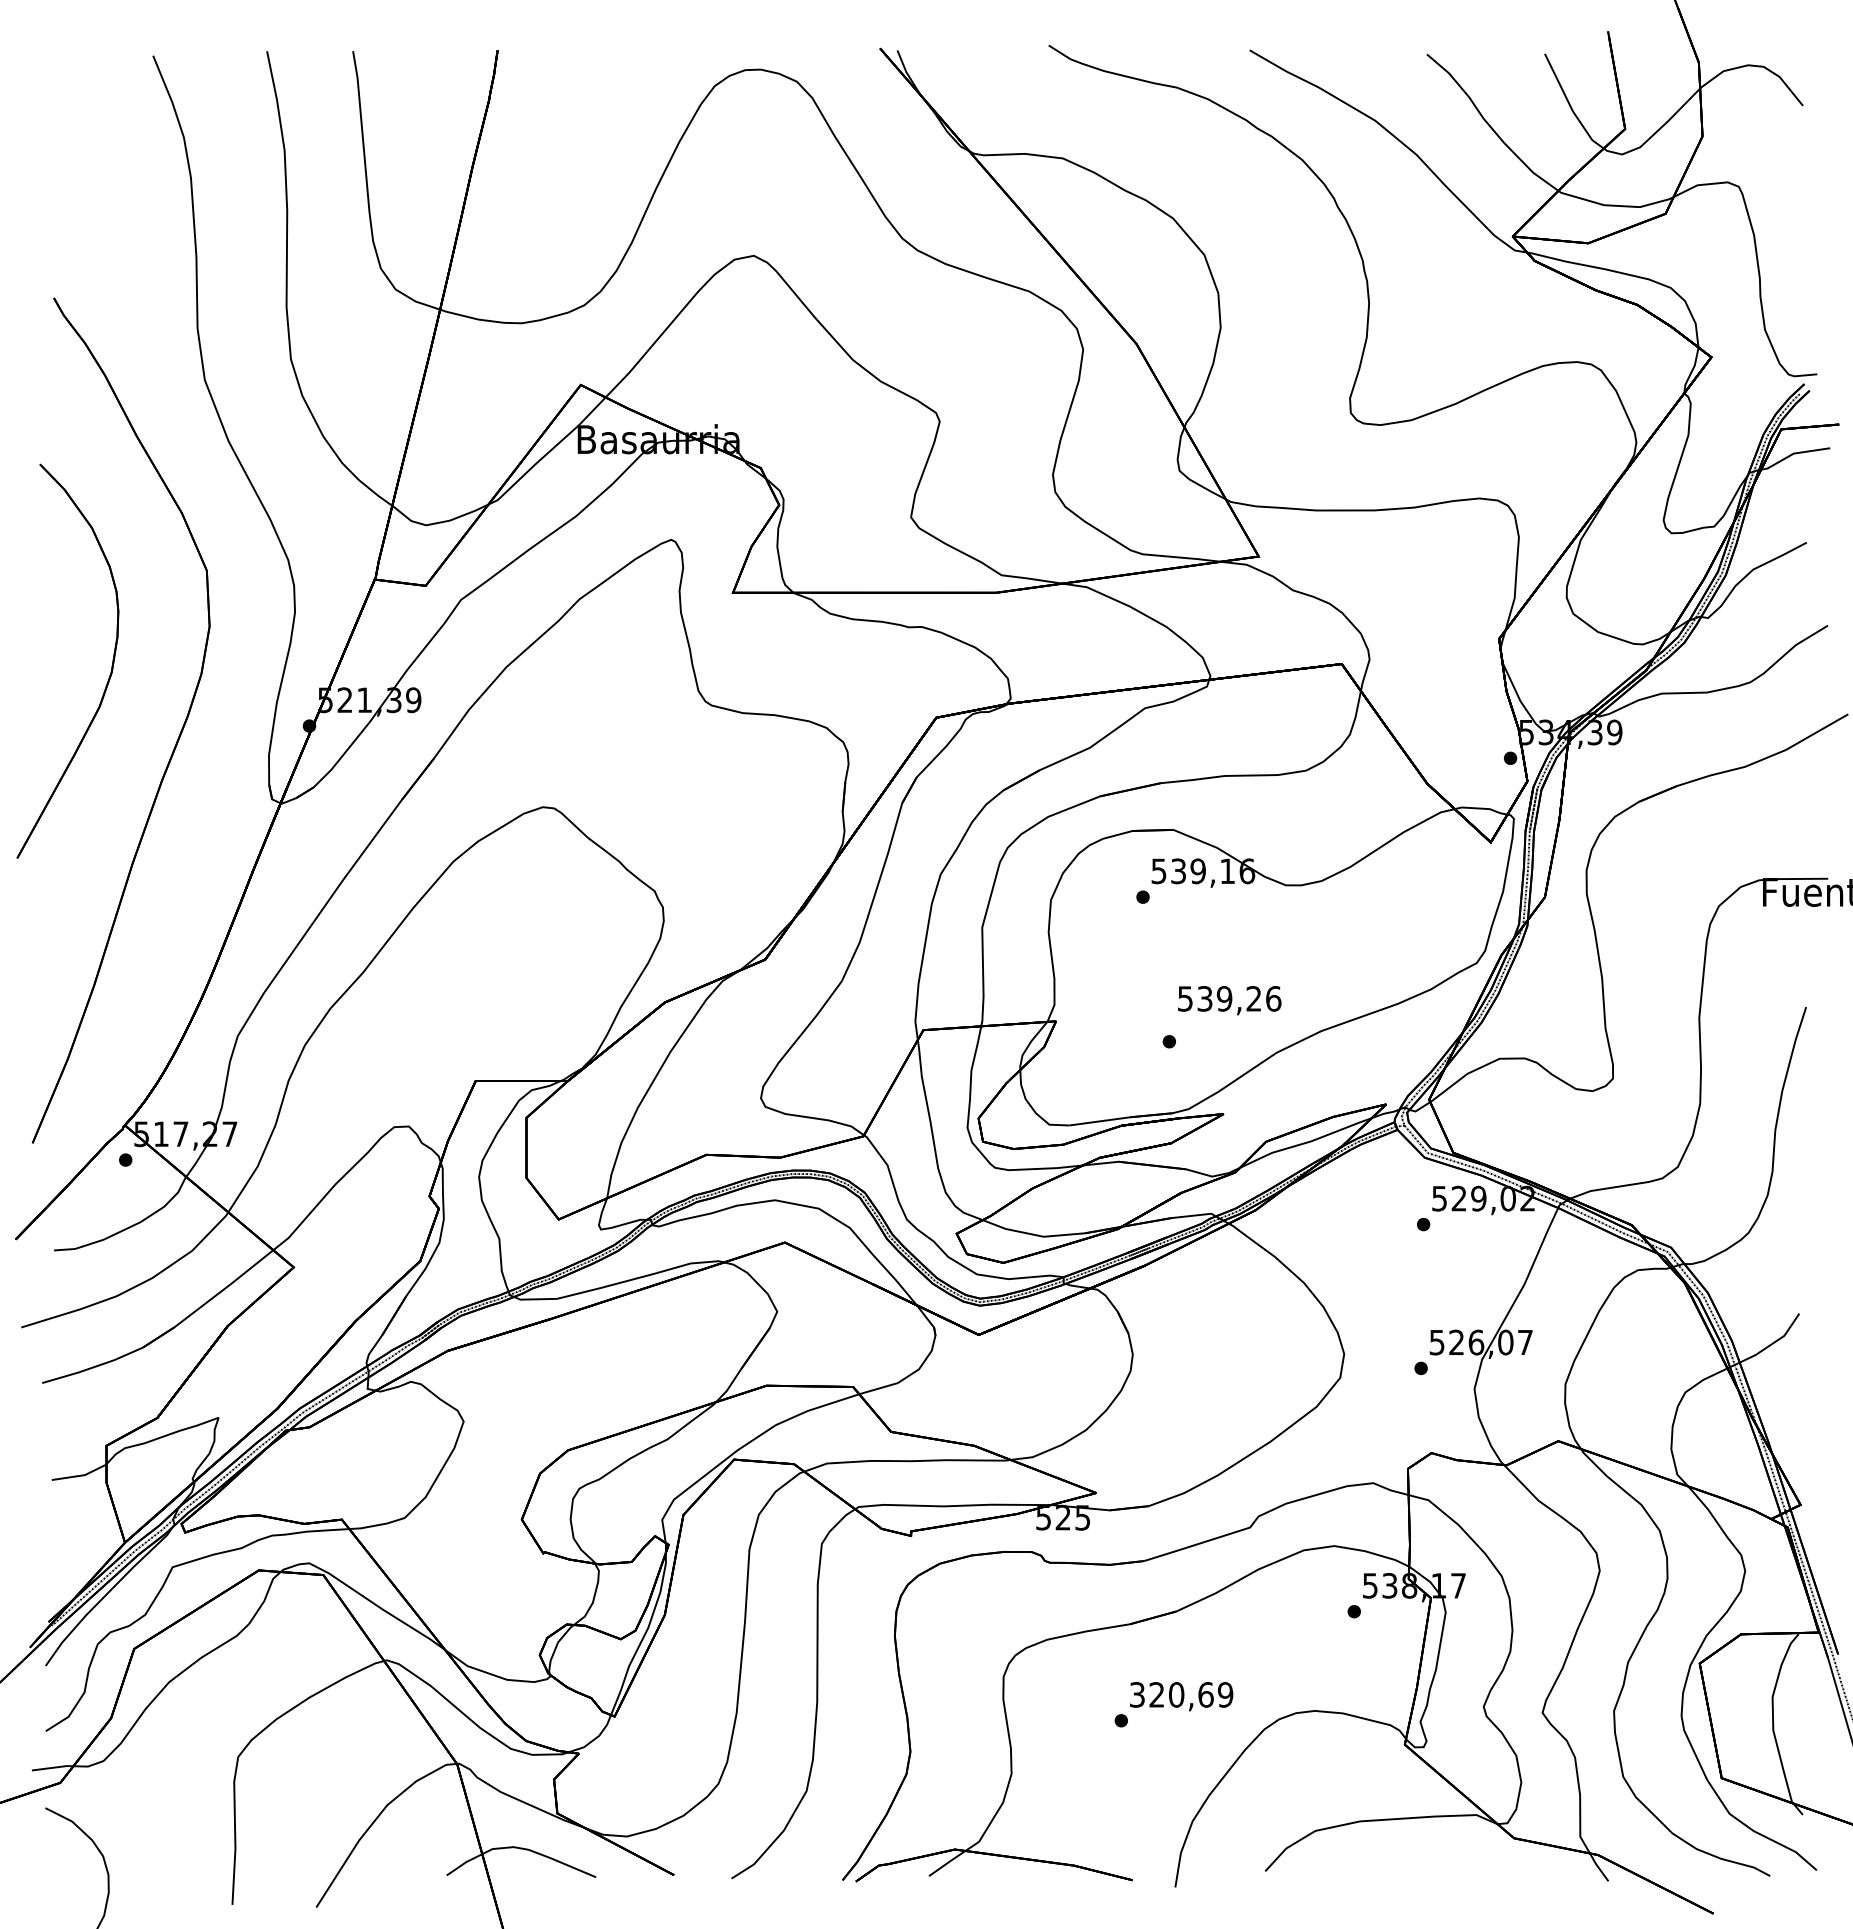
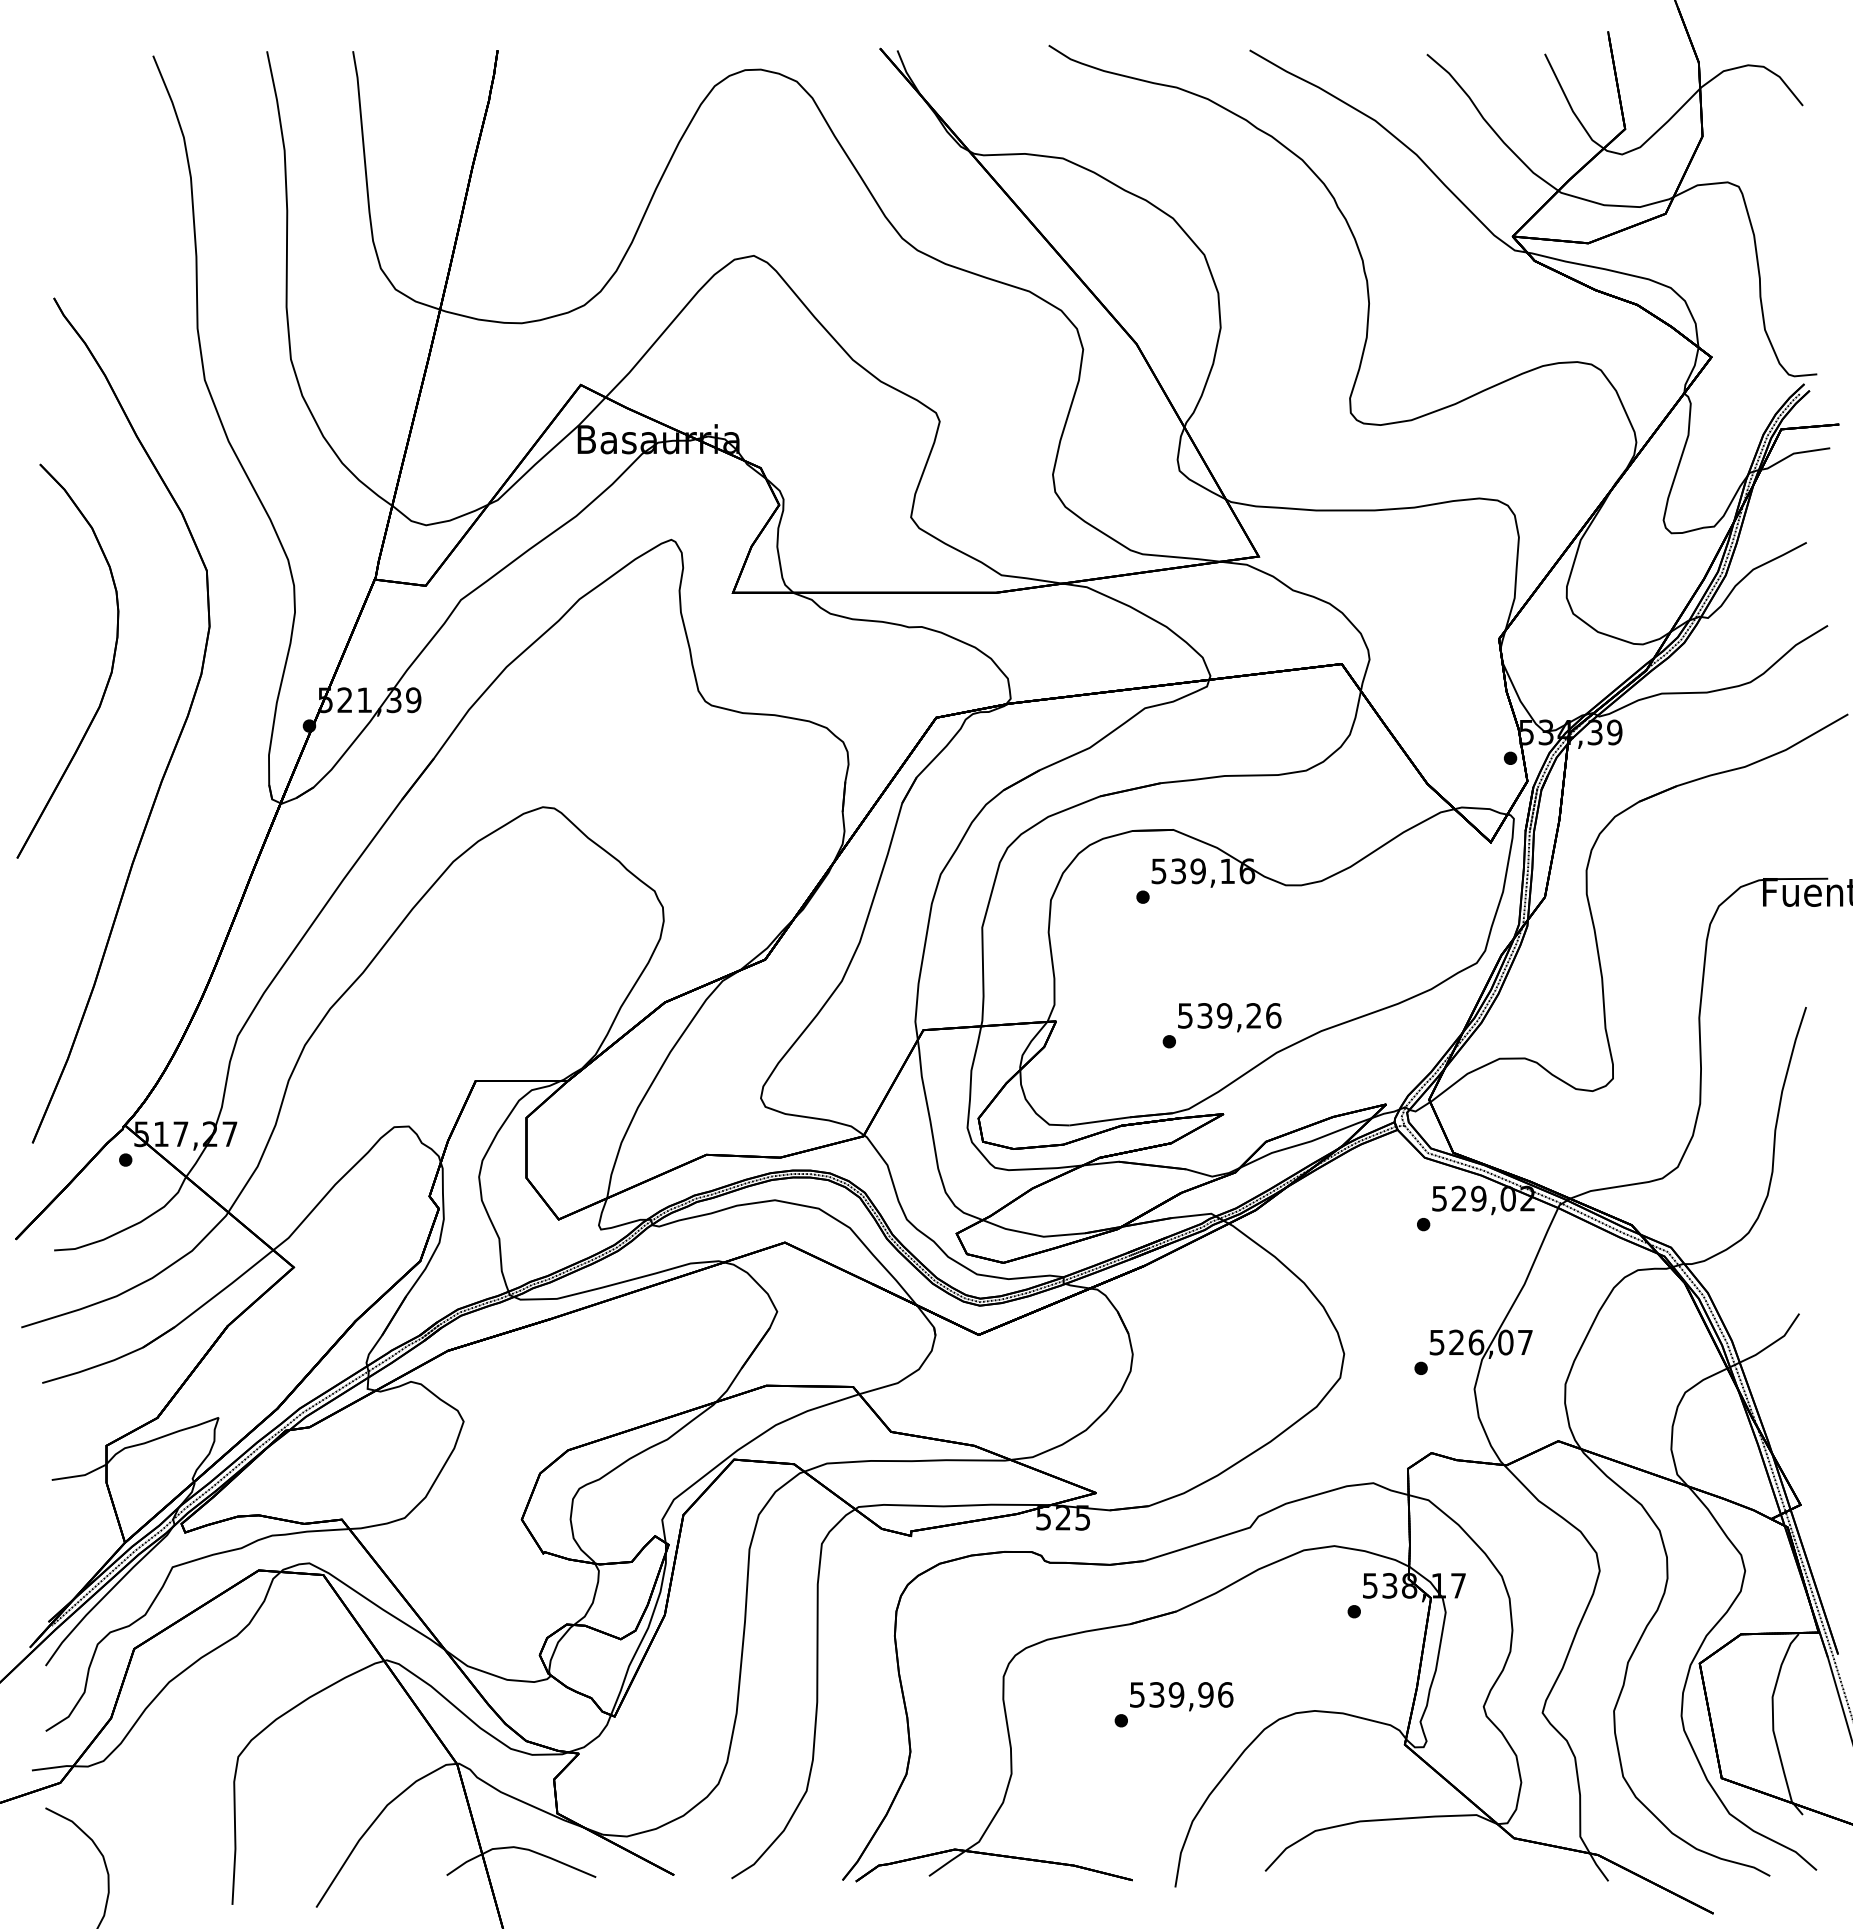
text at (1229, 1000) position: (1229, 1000) -> (1229, 1017)
text at (1181, 1694): 320,69 -> 539,96
